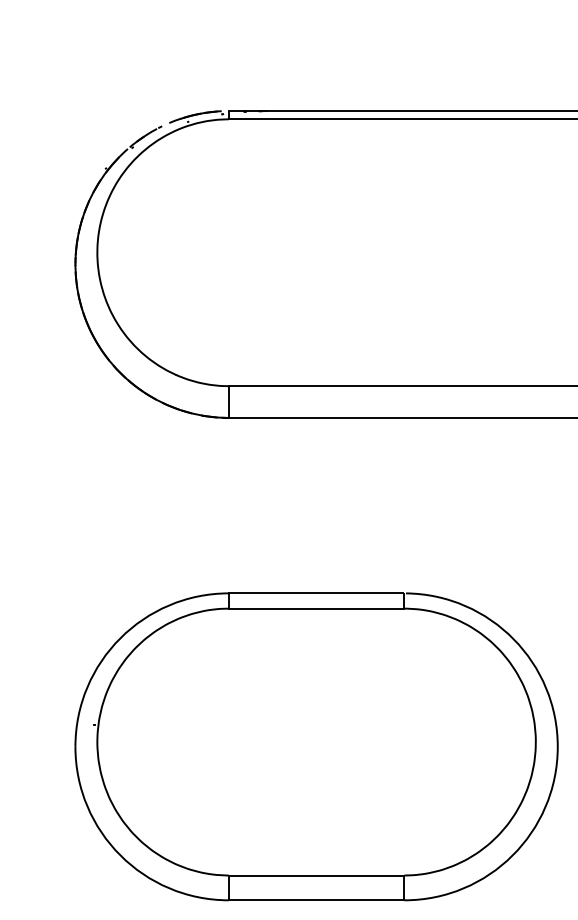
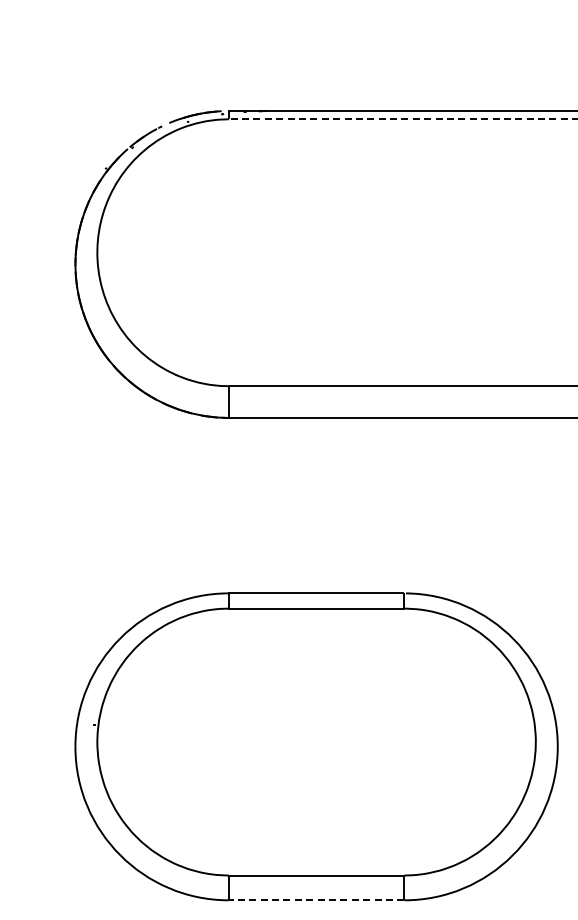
line at (402, 119): solid -> dashed
line at (316, 900): solid -> dashed
